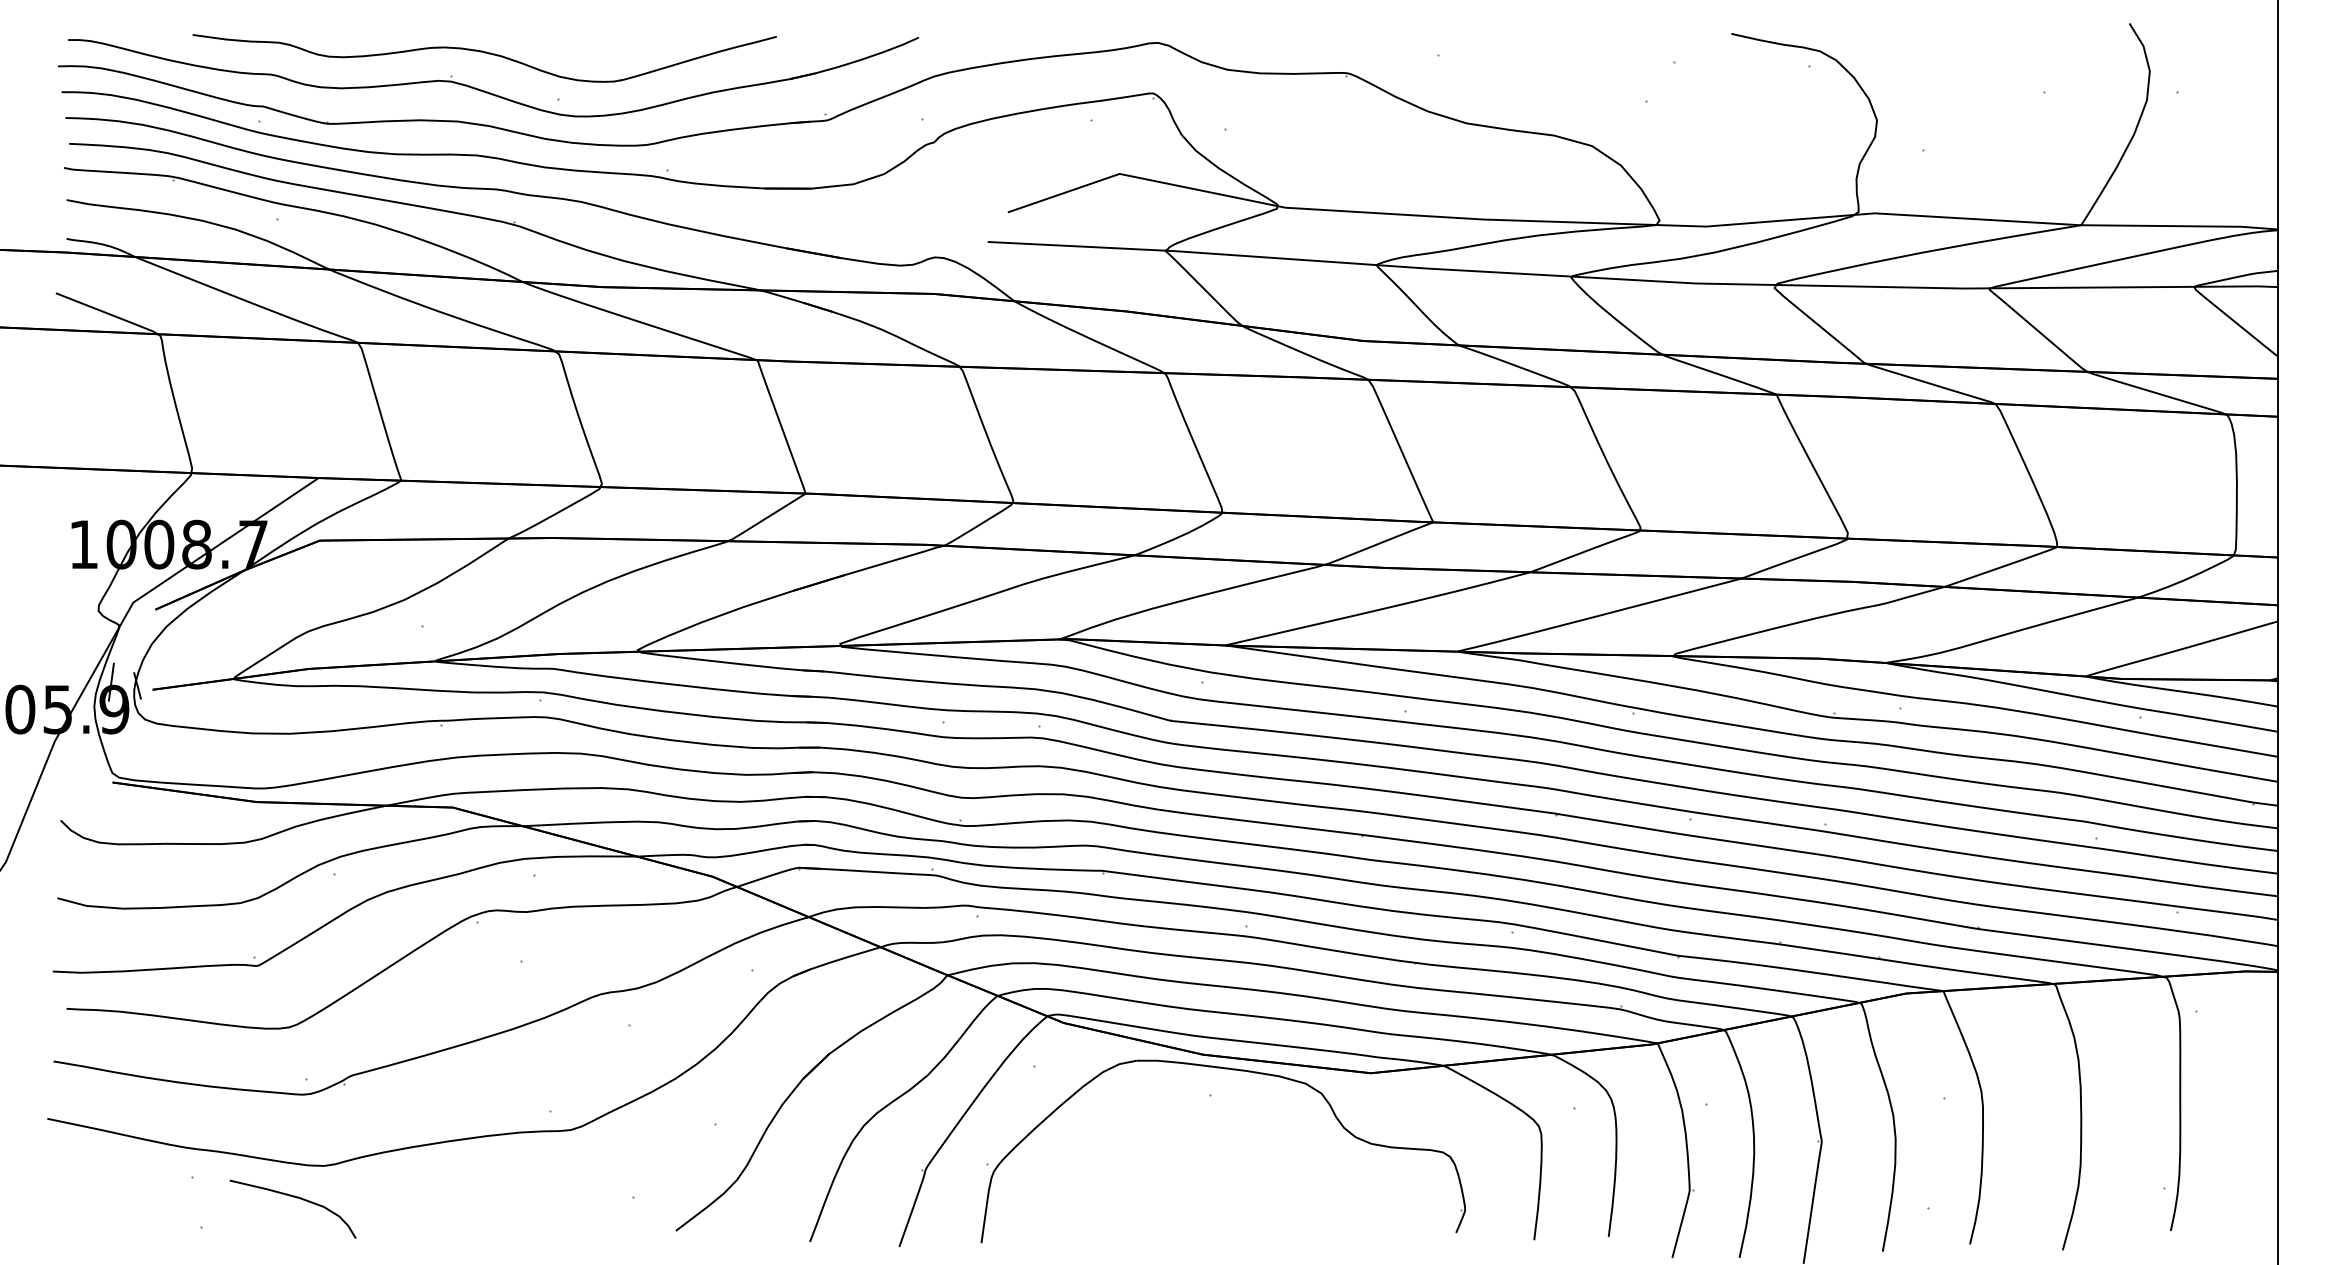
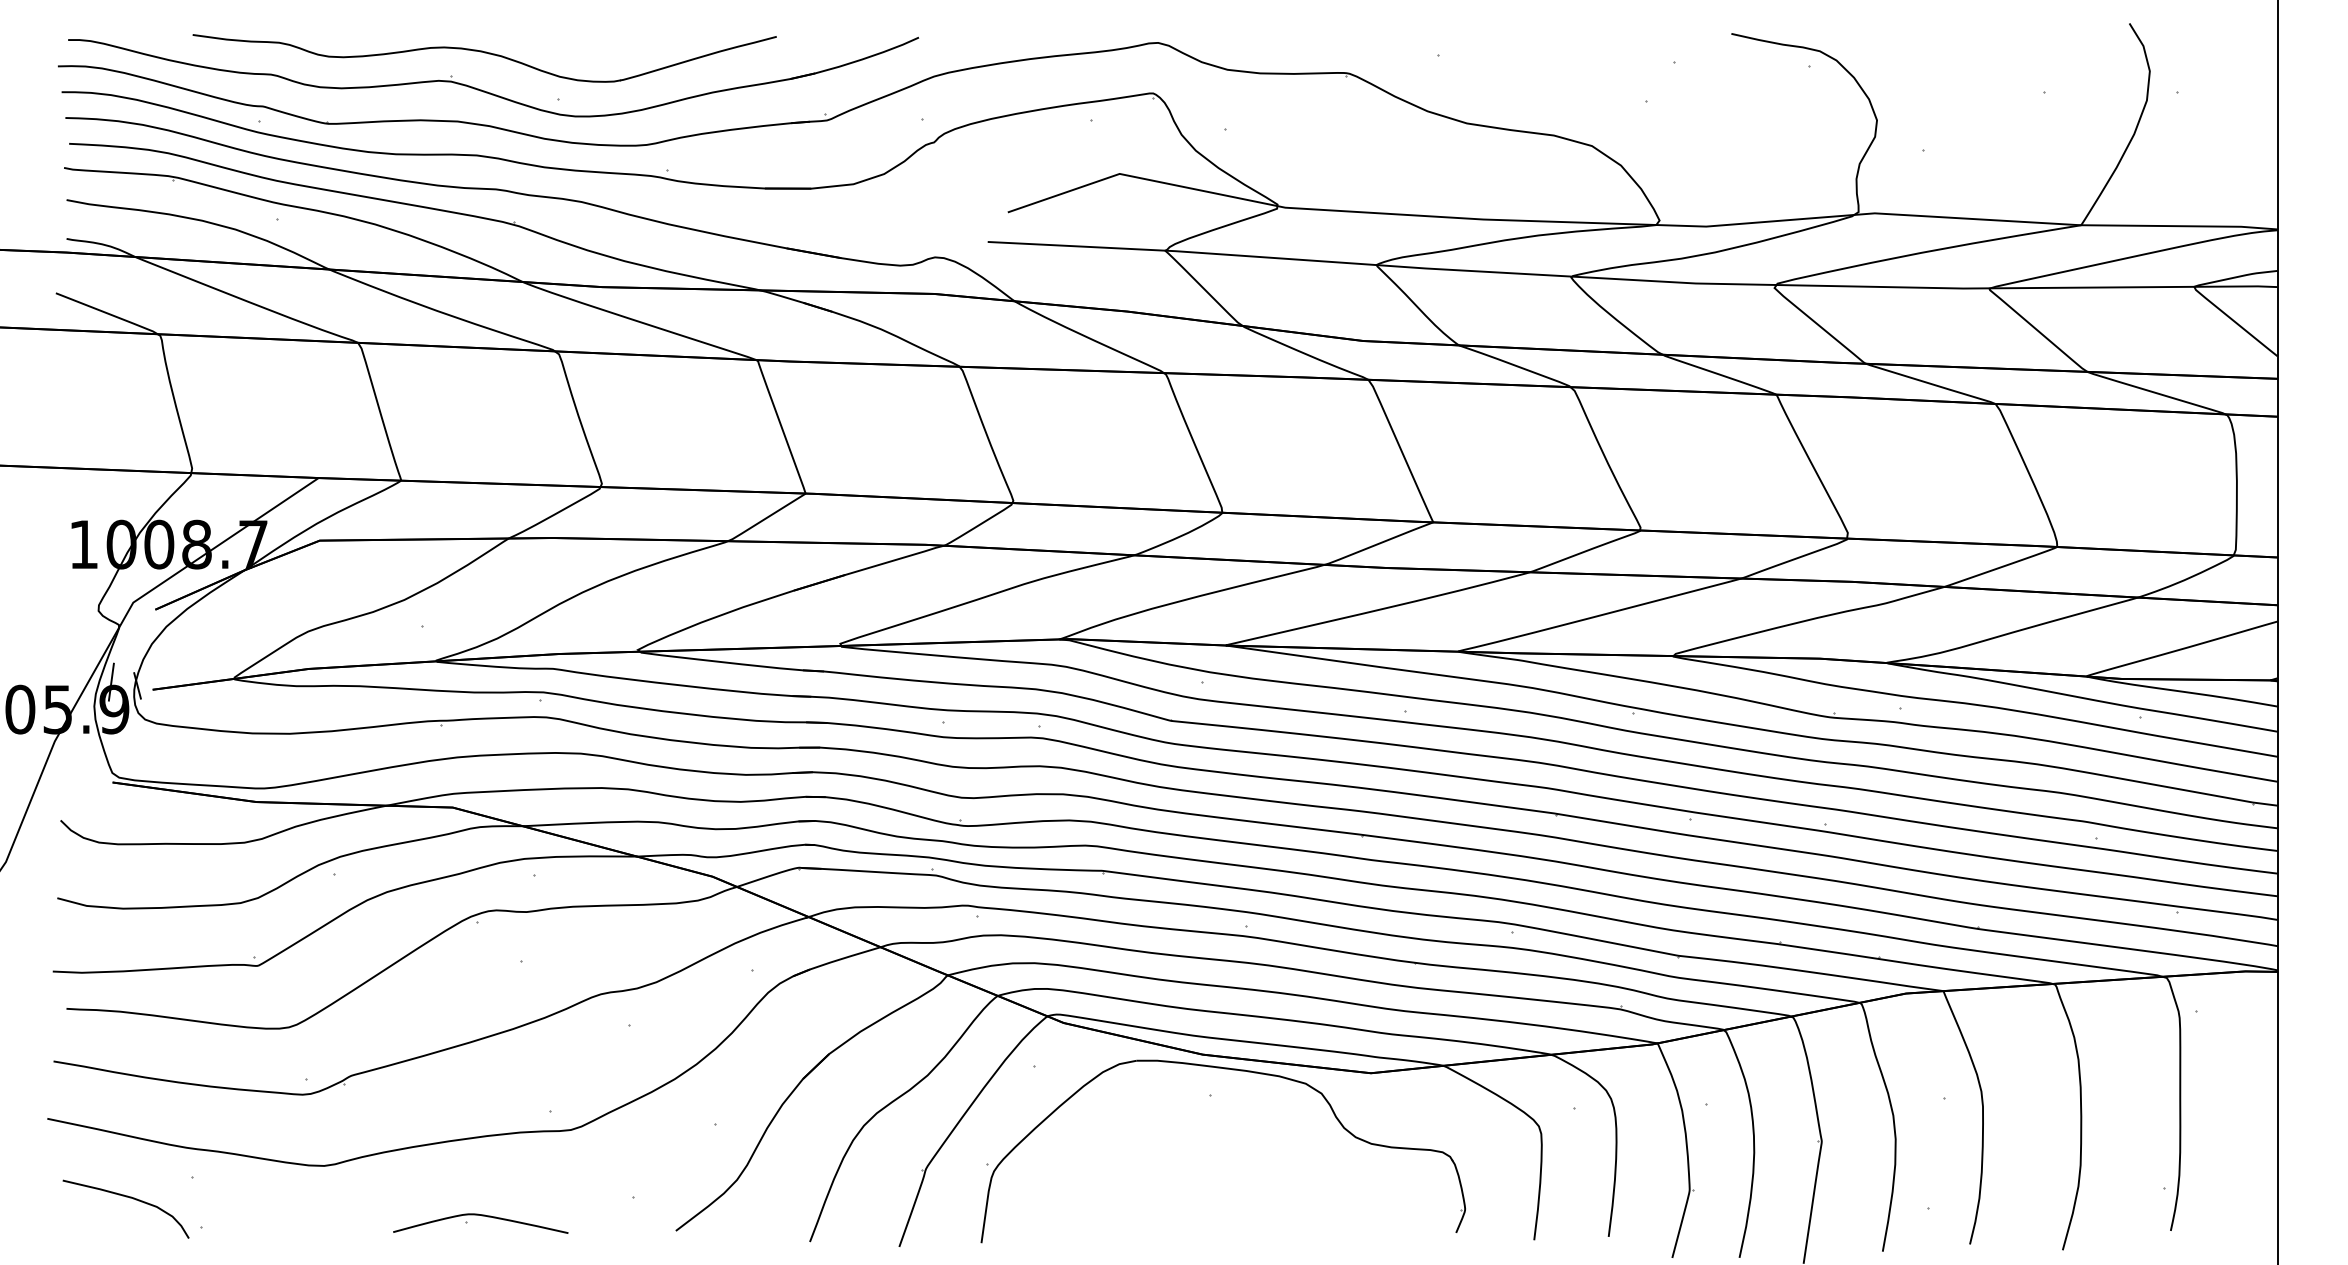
curve at (296, 1198) position: (296, 1198) -> (129, 1198)
part at (482, 1216): none -> present
